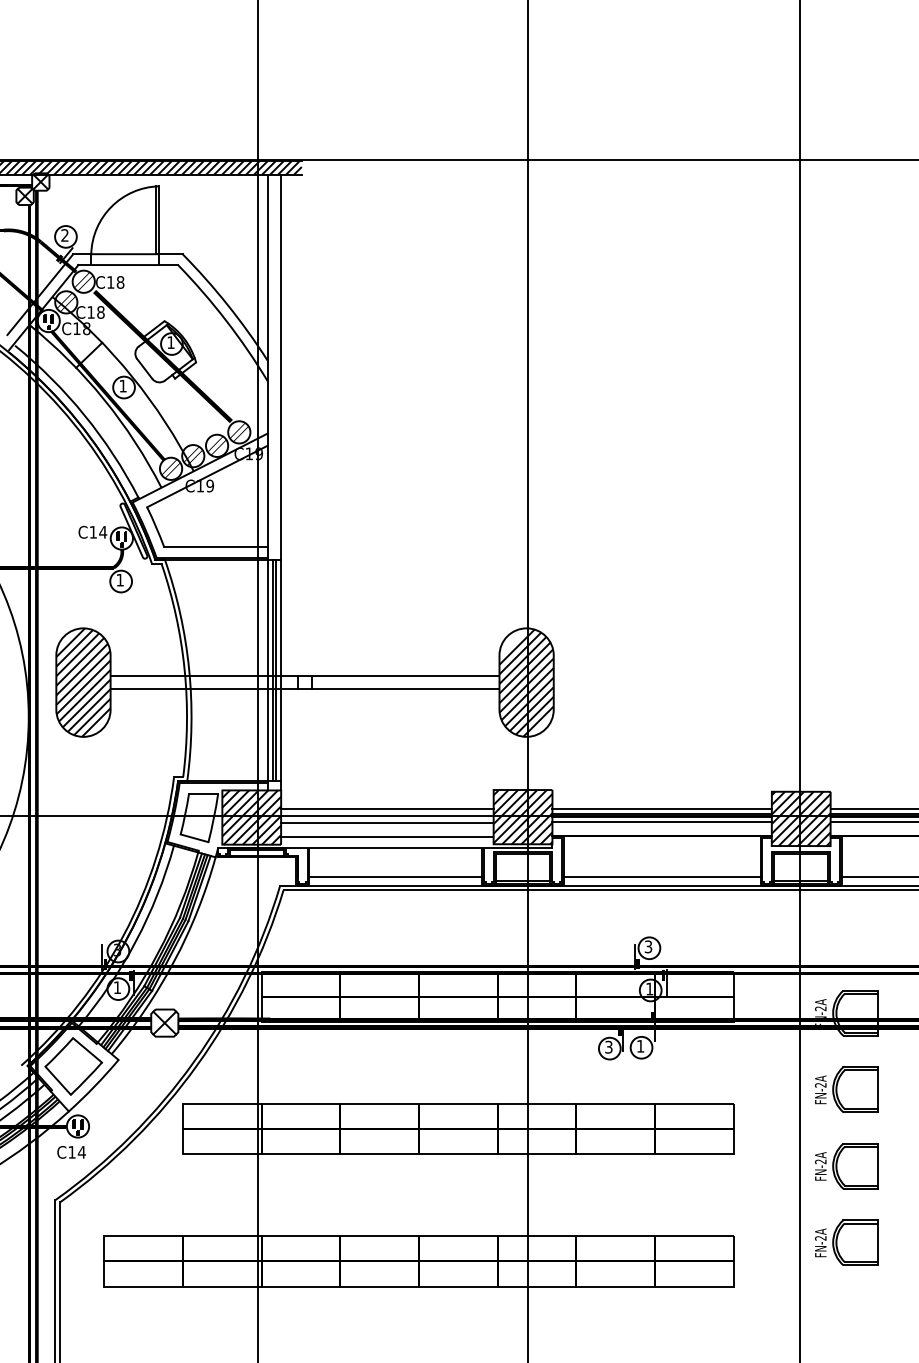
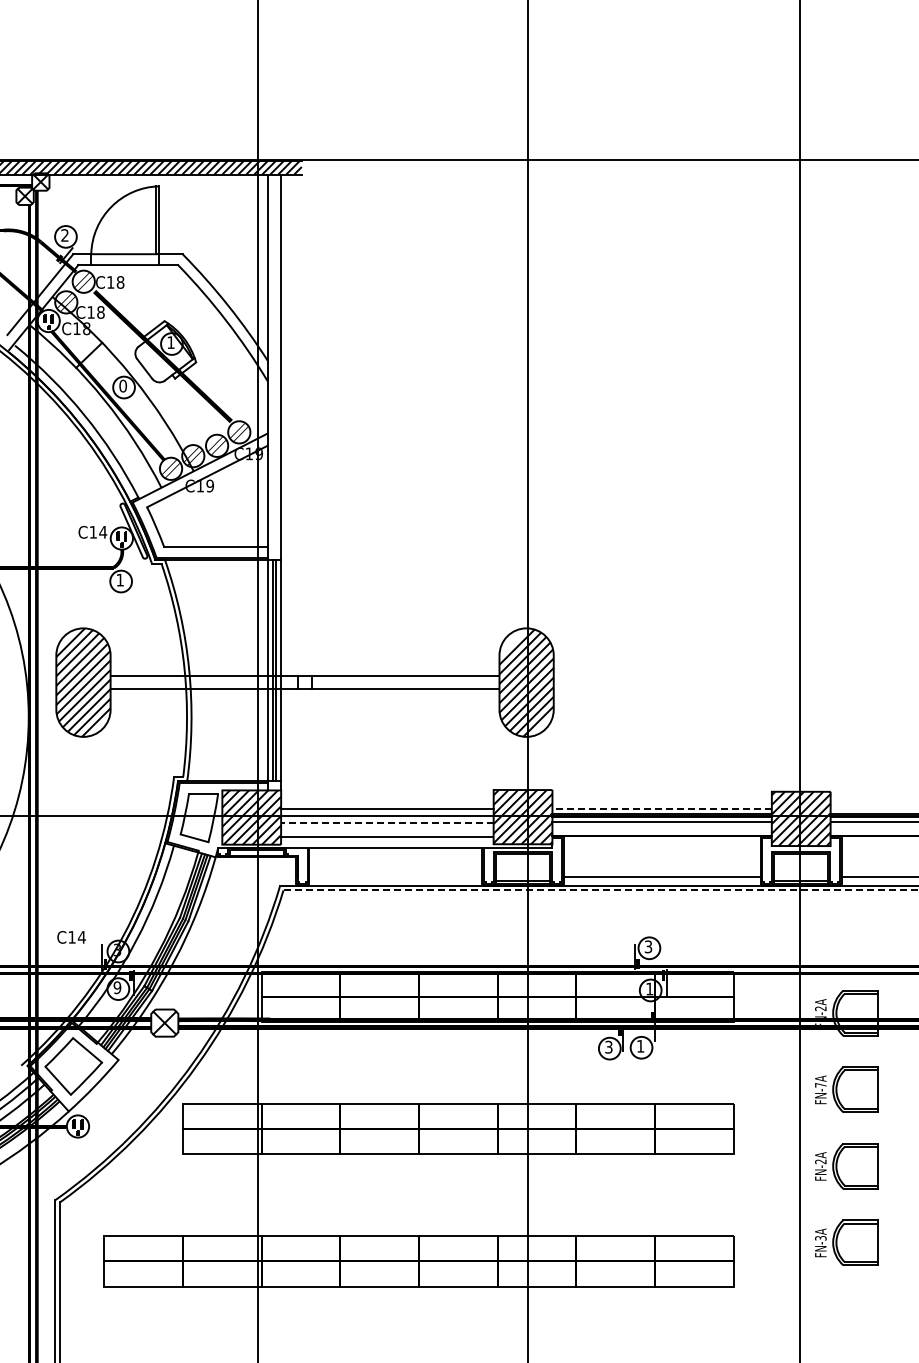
text at (122, 385): 1 -> 0
line at (662, 808): solid -> dashed
line at (872, 808): present -> none
line at (386, 822): solid -> dashed
line at (395, 876): present -> none
line at (601, 890): solid -> dashed
text at (117, 987): 1 -> 9
text at (820, 1085): FN-2A -> FN-7A
text at (71, 1152) position: (71, 1152) -> (71, 937)
text at (821, 1238): FN-2A -> FN-3A
